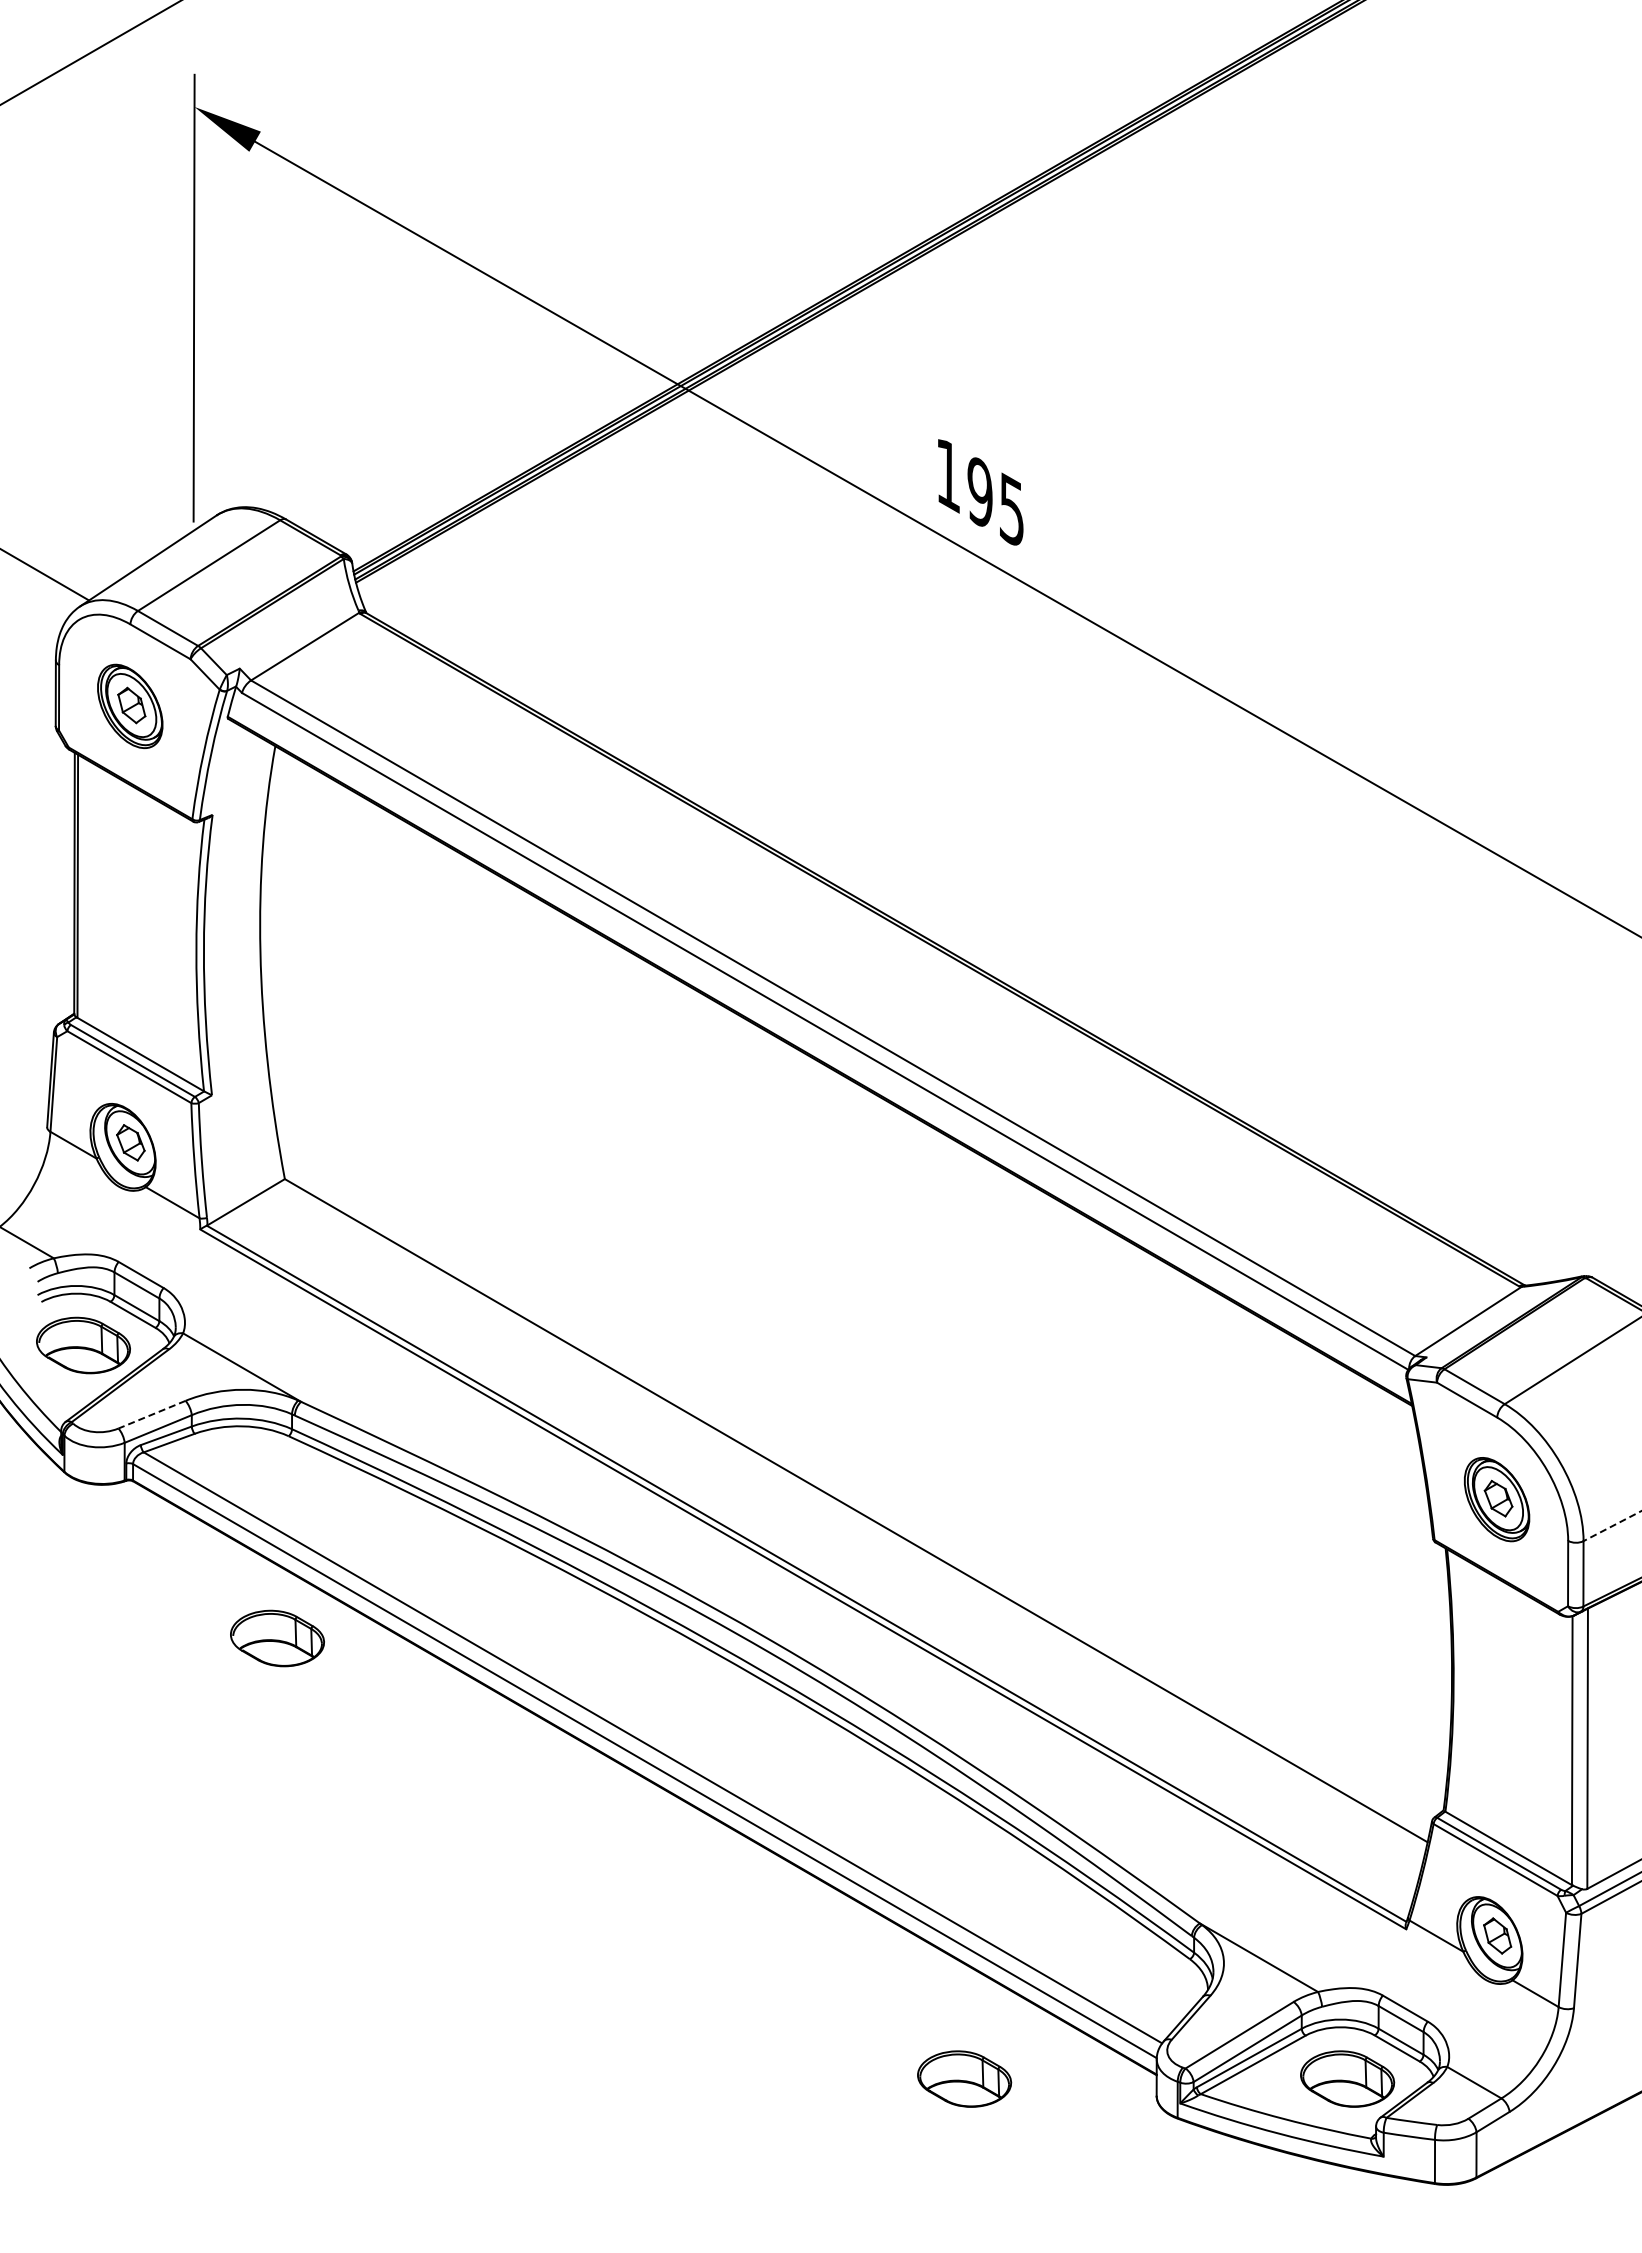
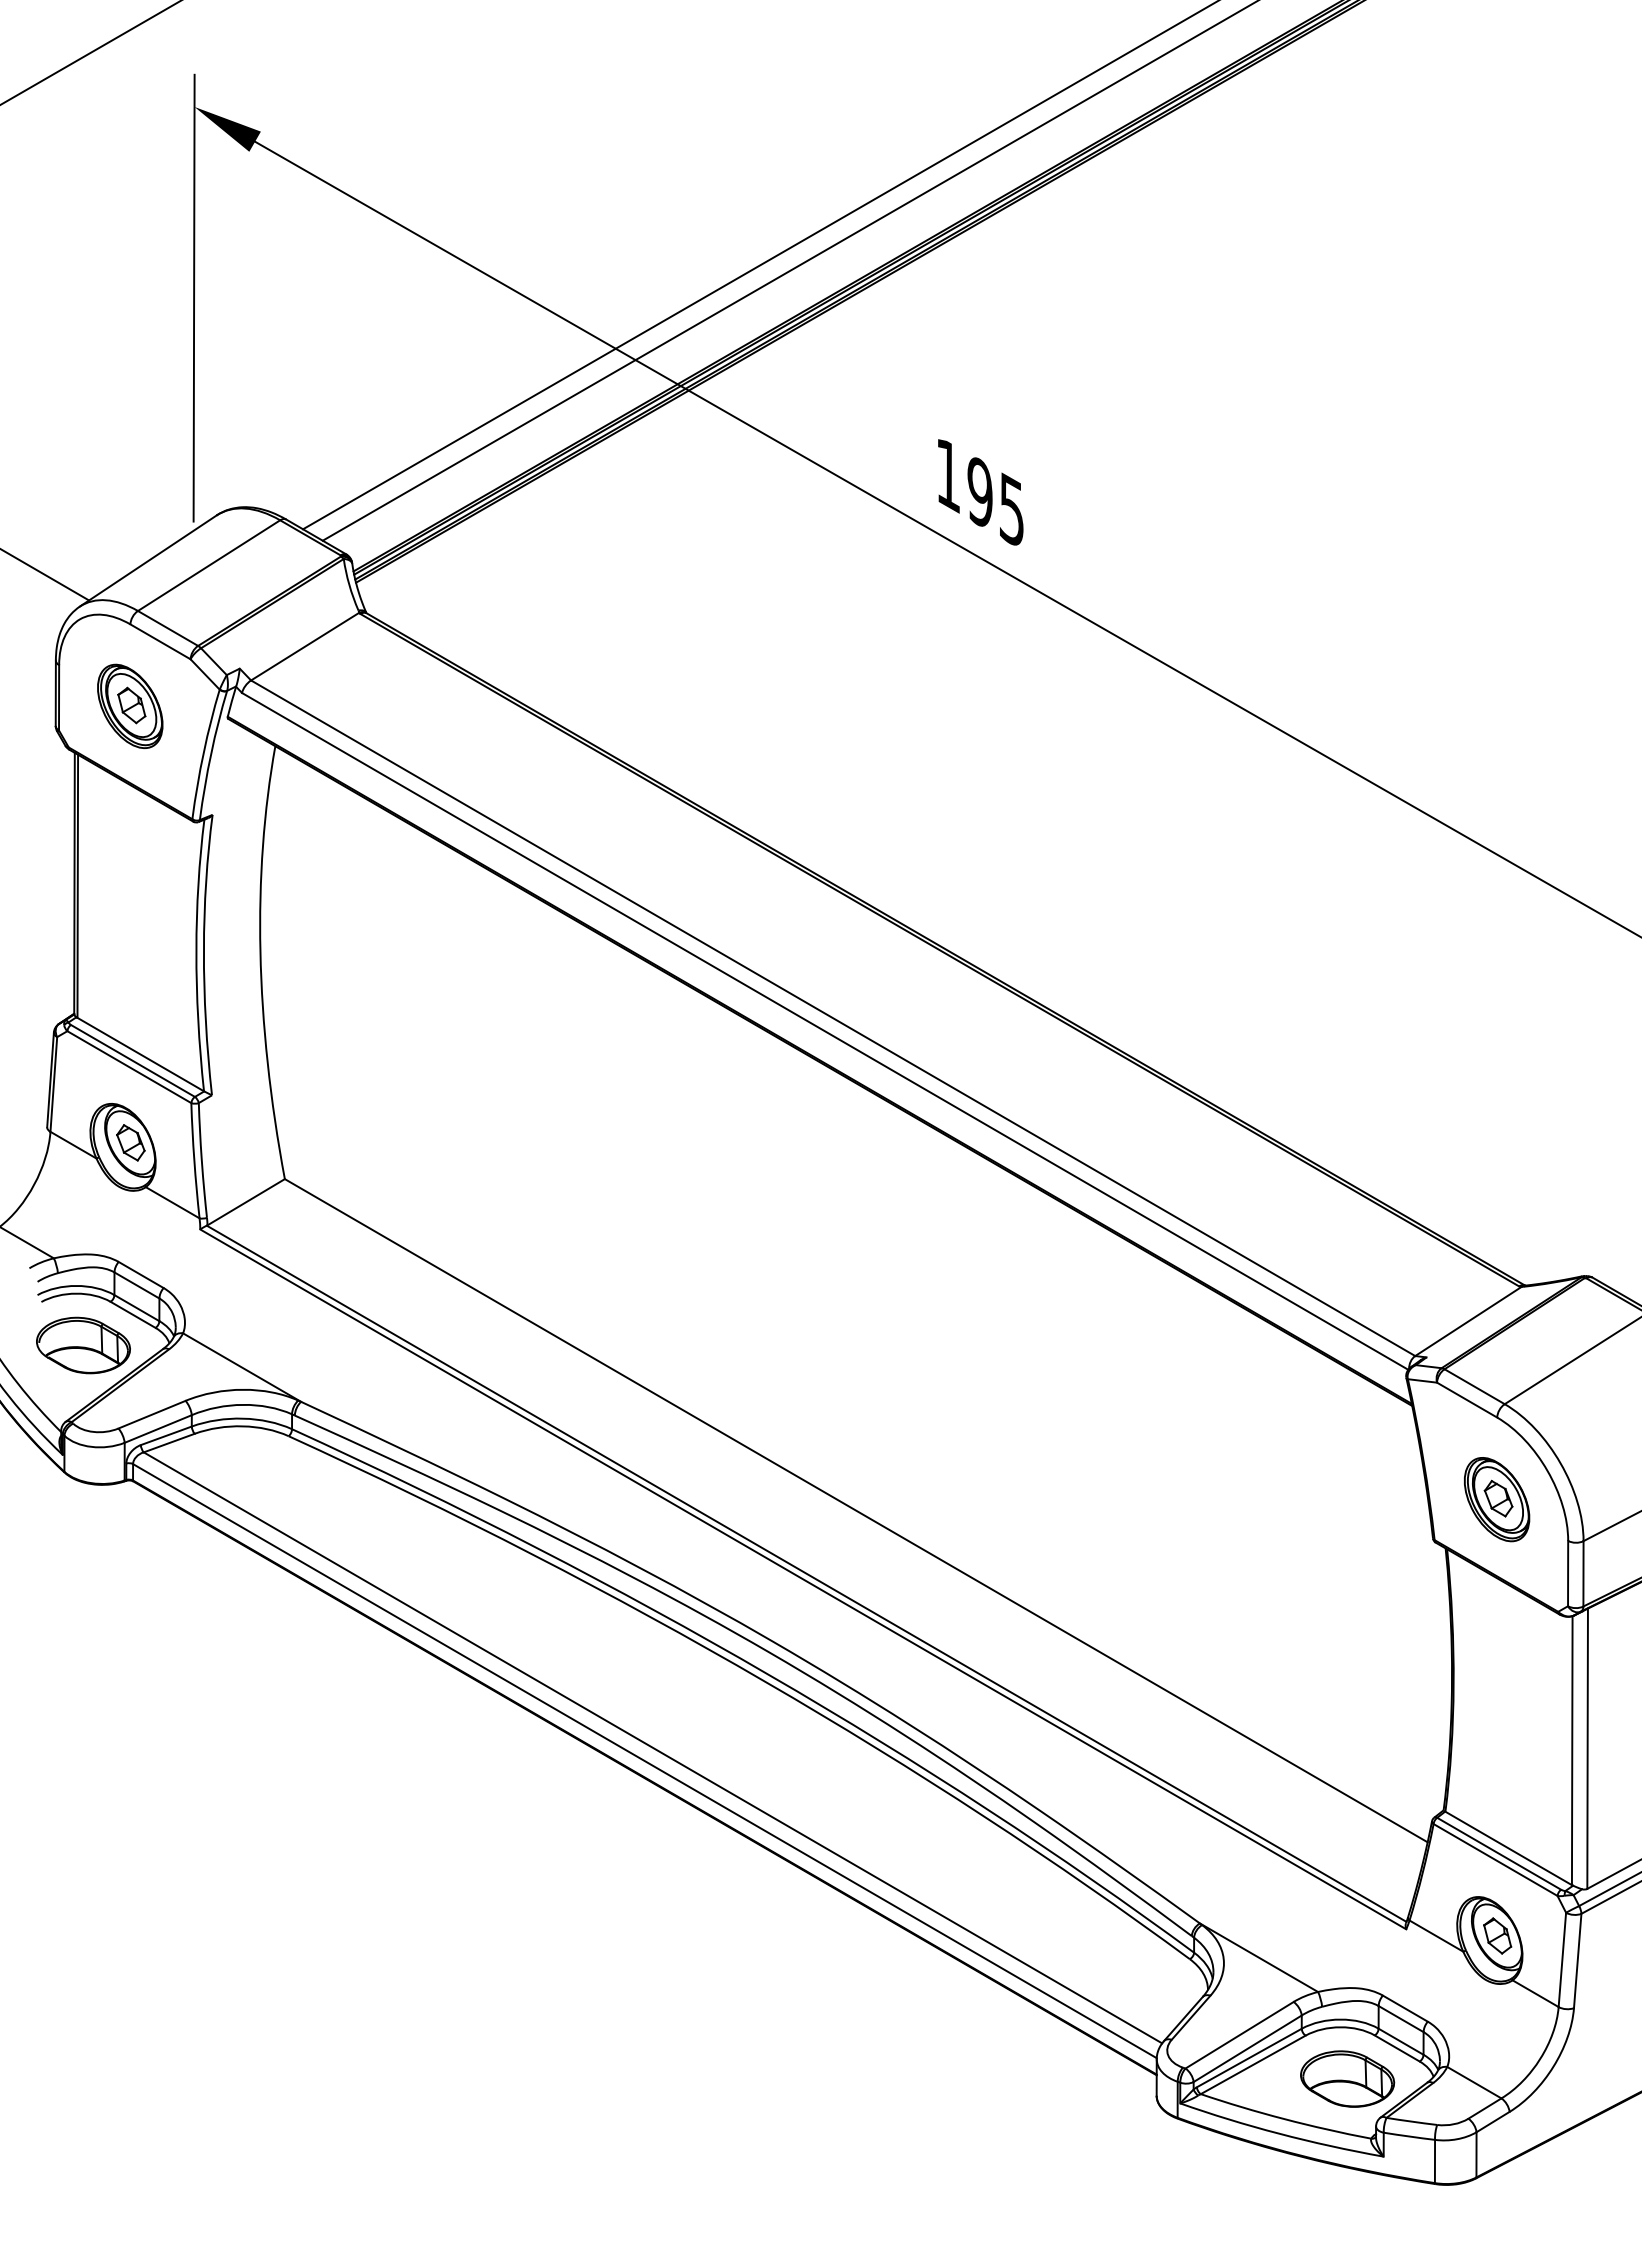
line at (759, 265): none -> present
line at (788, 271): none -> present
line at (151, 1414): dashed -> solid
line at (1611, 1526): dashed -> solid
part at (277, 1638): present -> none
part at (964, 2078): present -> none
